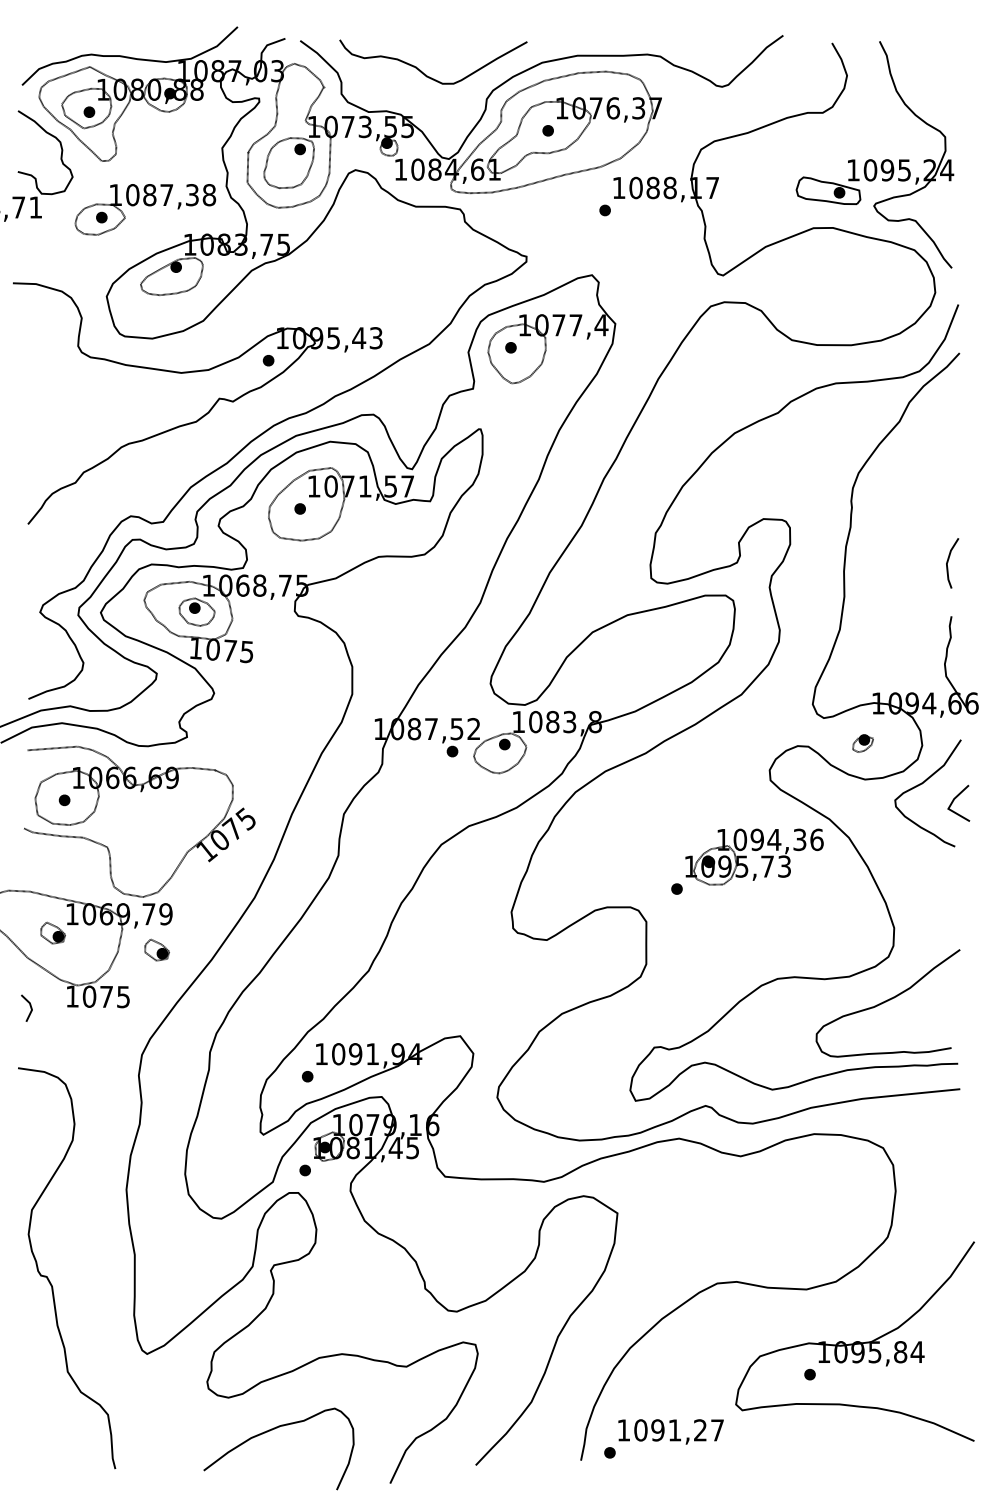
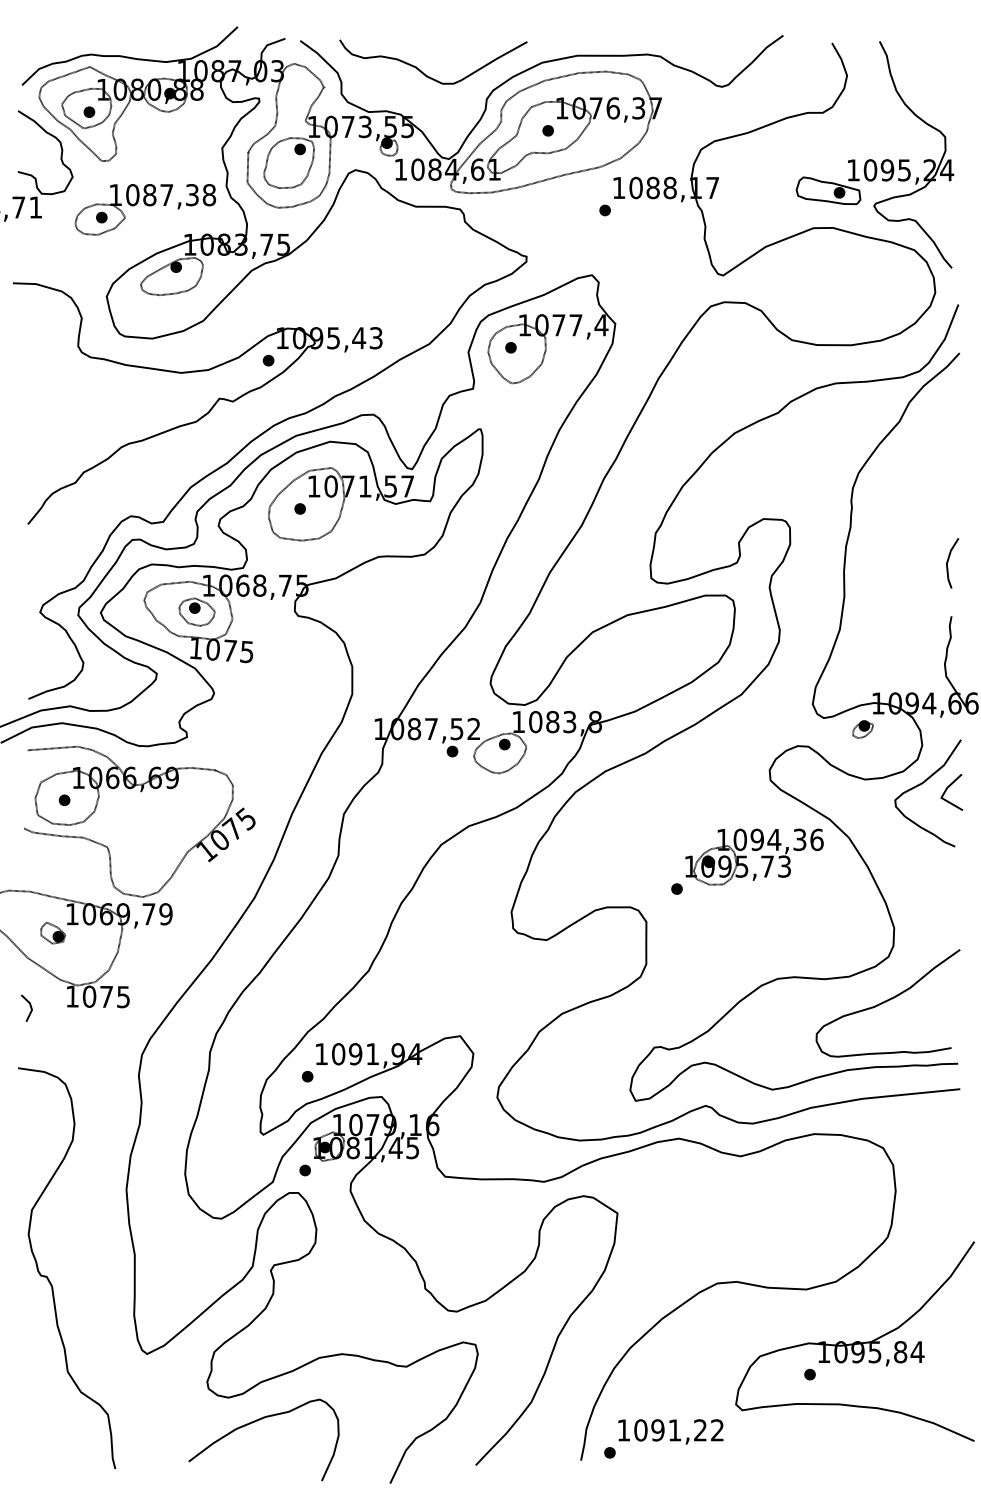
part at (862, 743) position: (862, 743) -> (862, 729)
line at (955, 799) position: (955, 799) -> (948, 788)
part at (156, 949): present -> none
text at (717, 1430): 1091,27 -> 1091,22
curve at (270, 1431) position: (270, 1431) -> (255, 1422)
